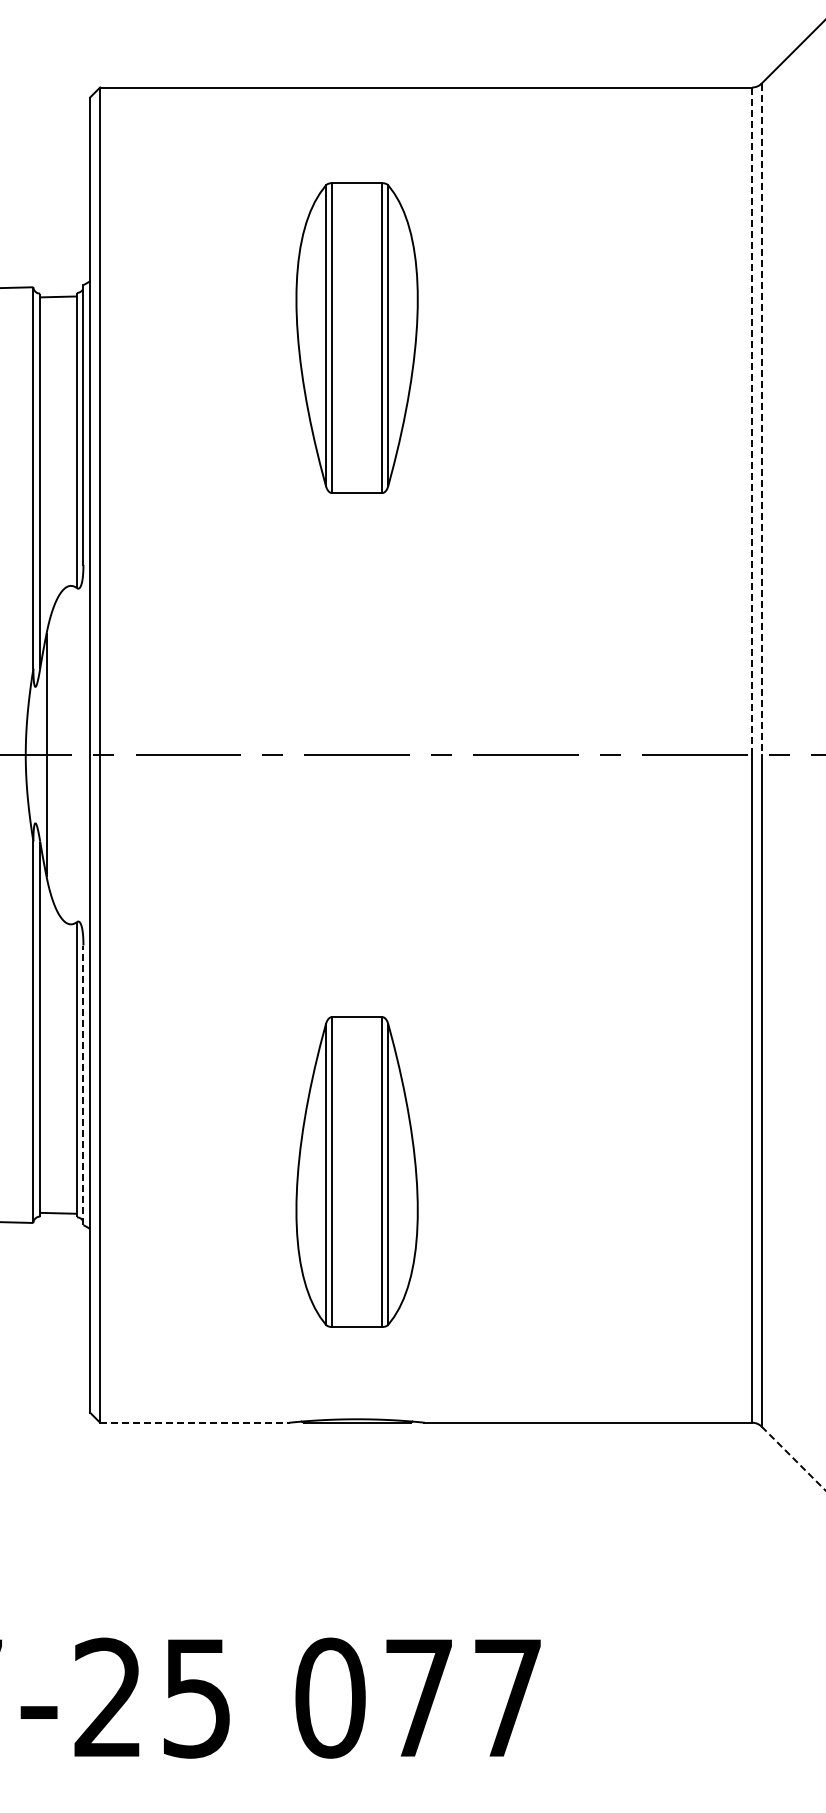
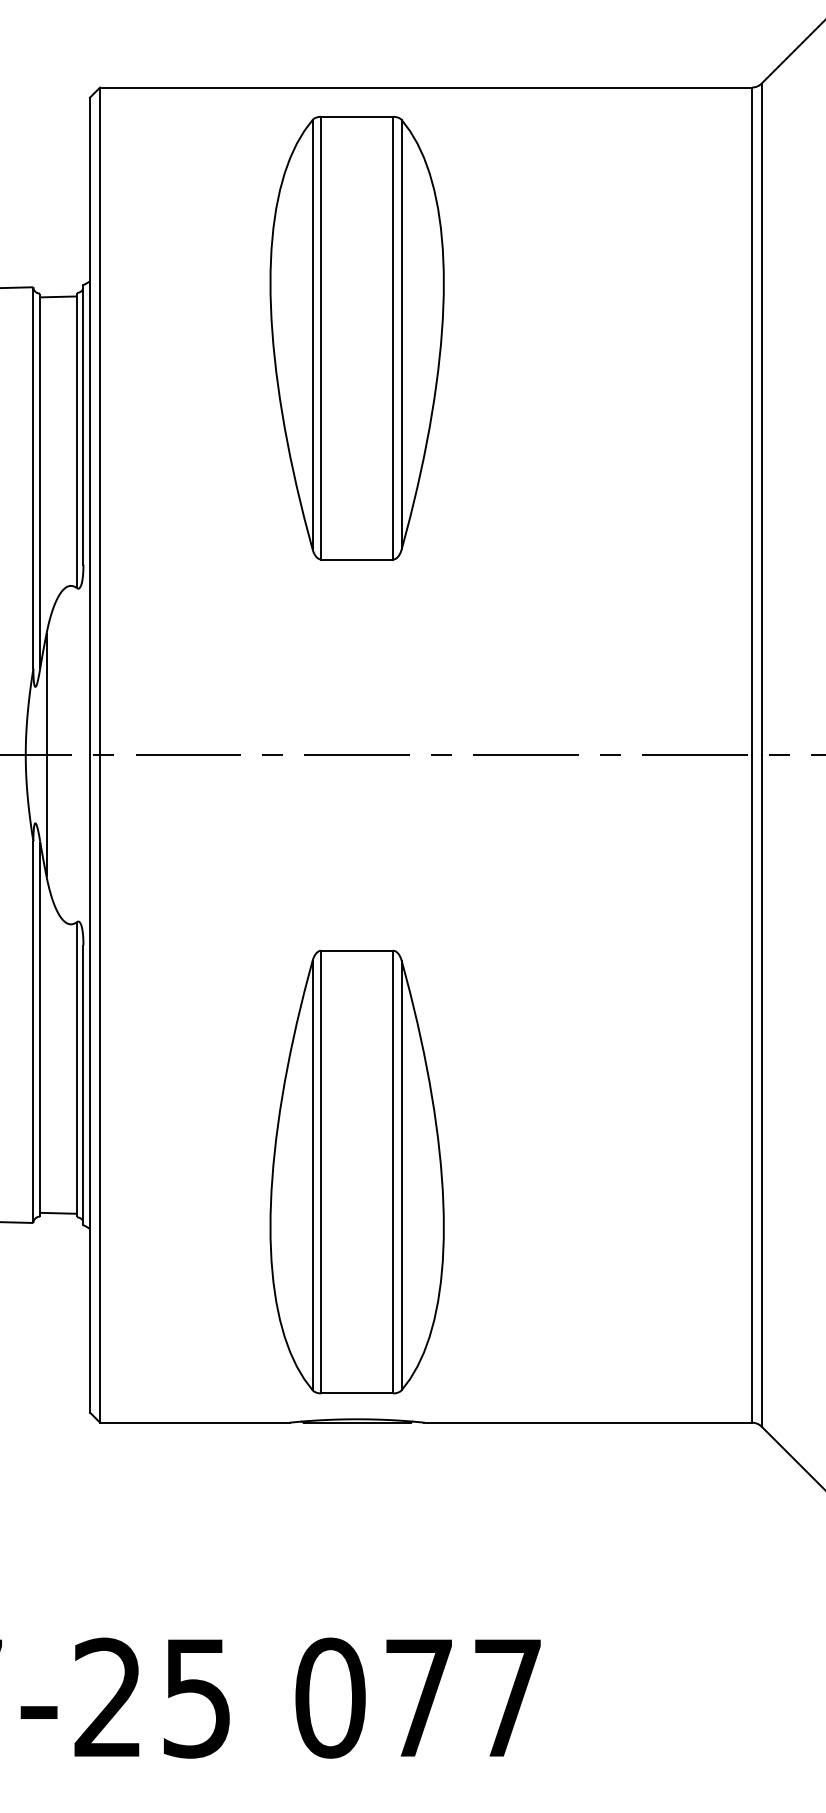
part at (356, 337) size: 124x312 px -> 176x446 px
line at (761, 419): dashed -> solid
line at (752, 421): dashed -> solid
line at (83, 1085): dashed -> solid
part at (356, 1171) size: 124x312 px -> 176x446 px
line at (194, 1422): dashed -> solid
line at (794, 1459): dashed -> solid
